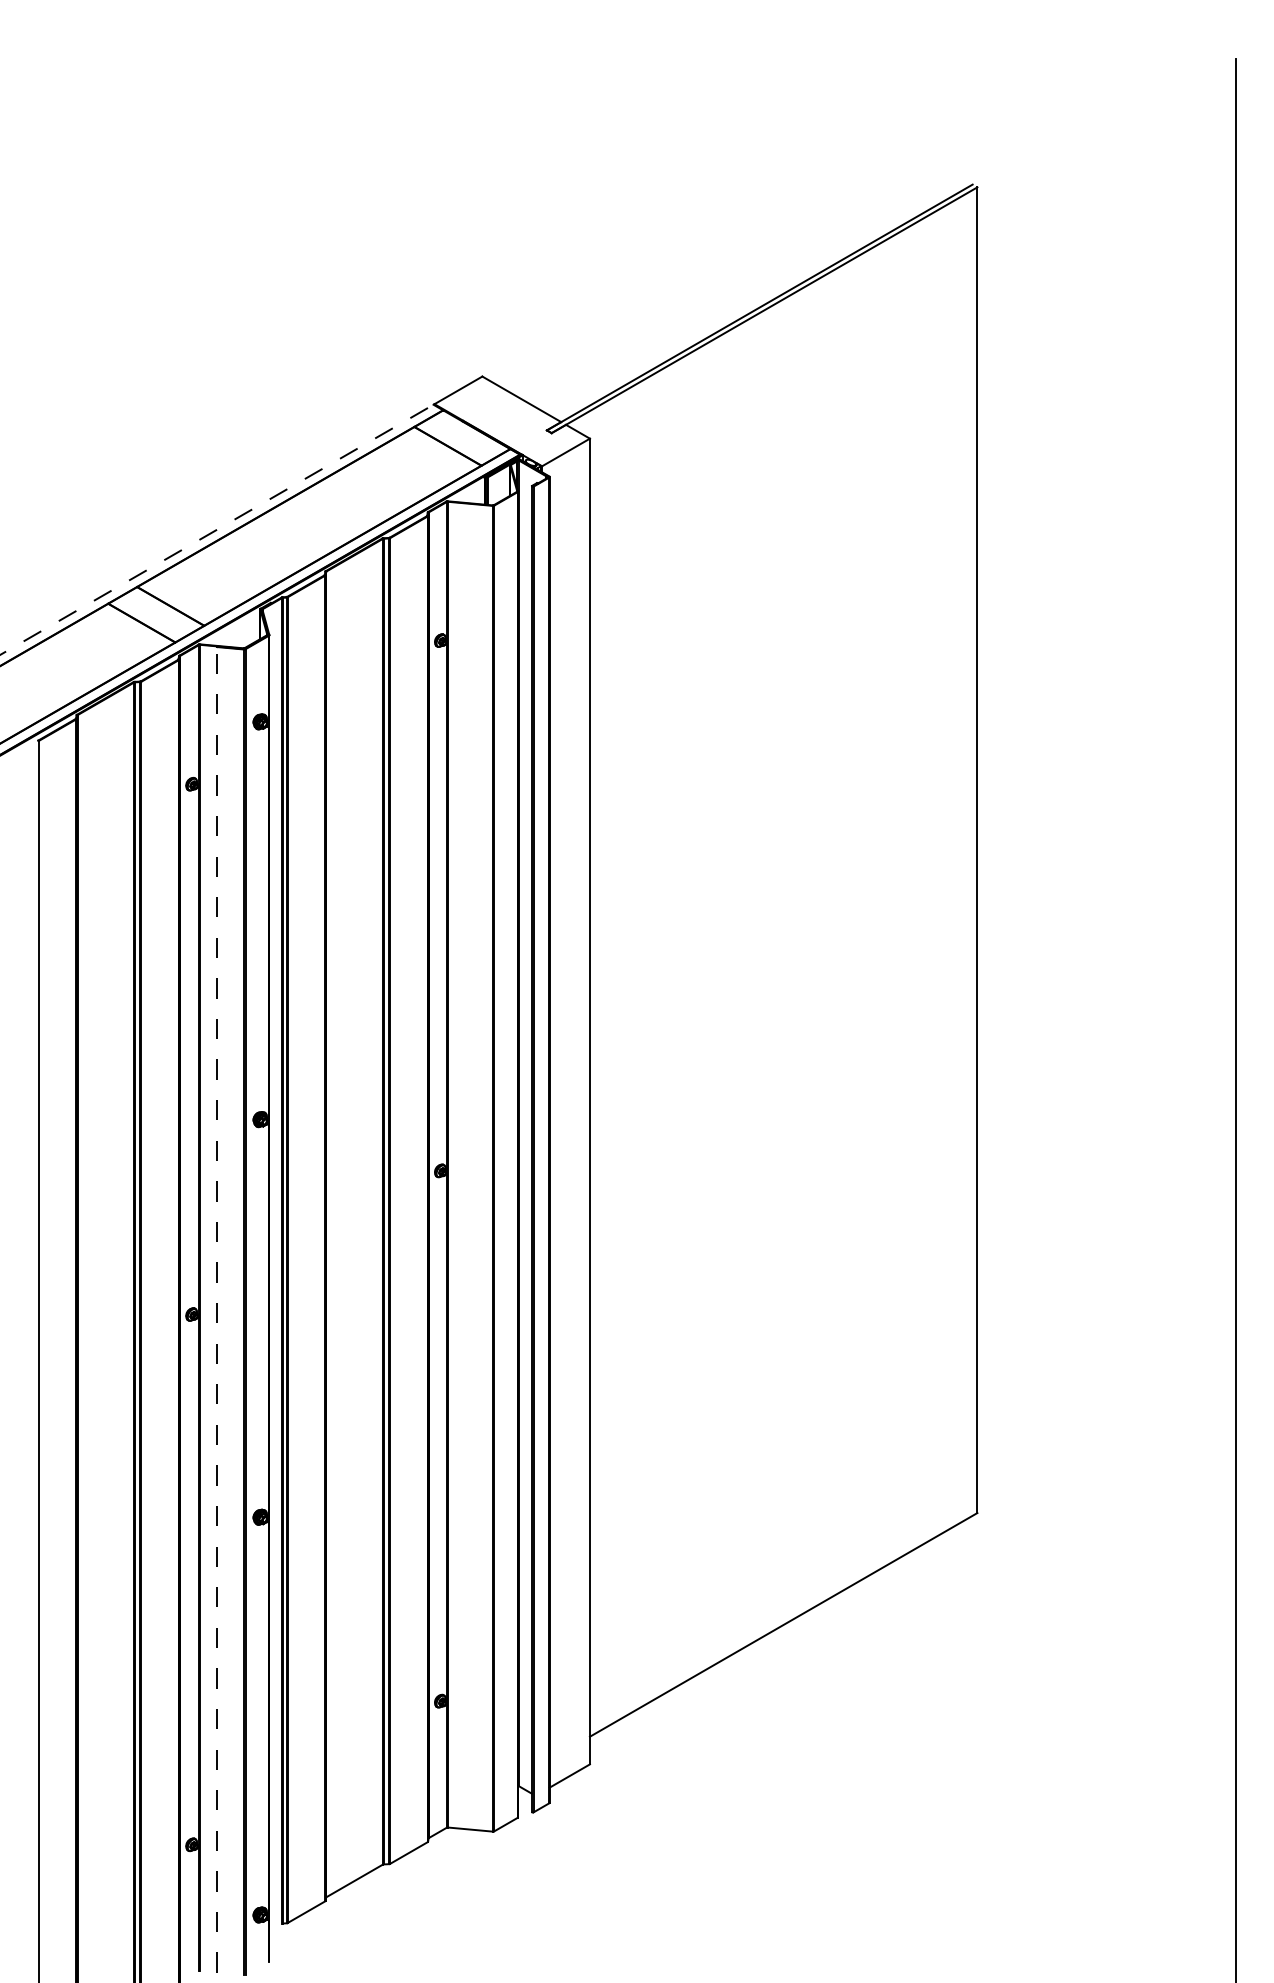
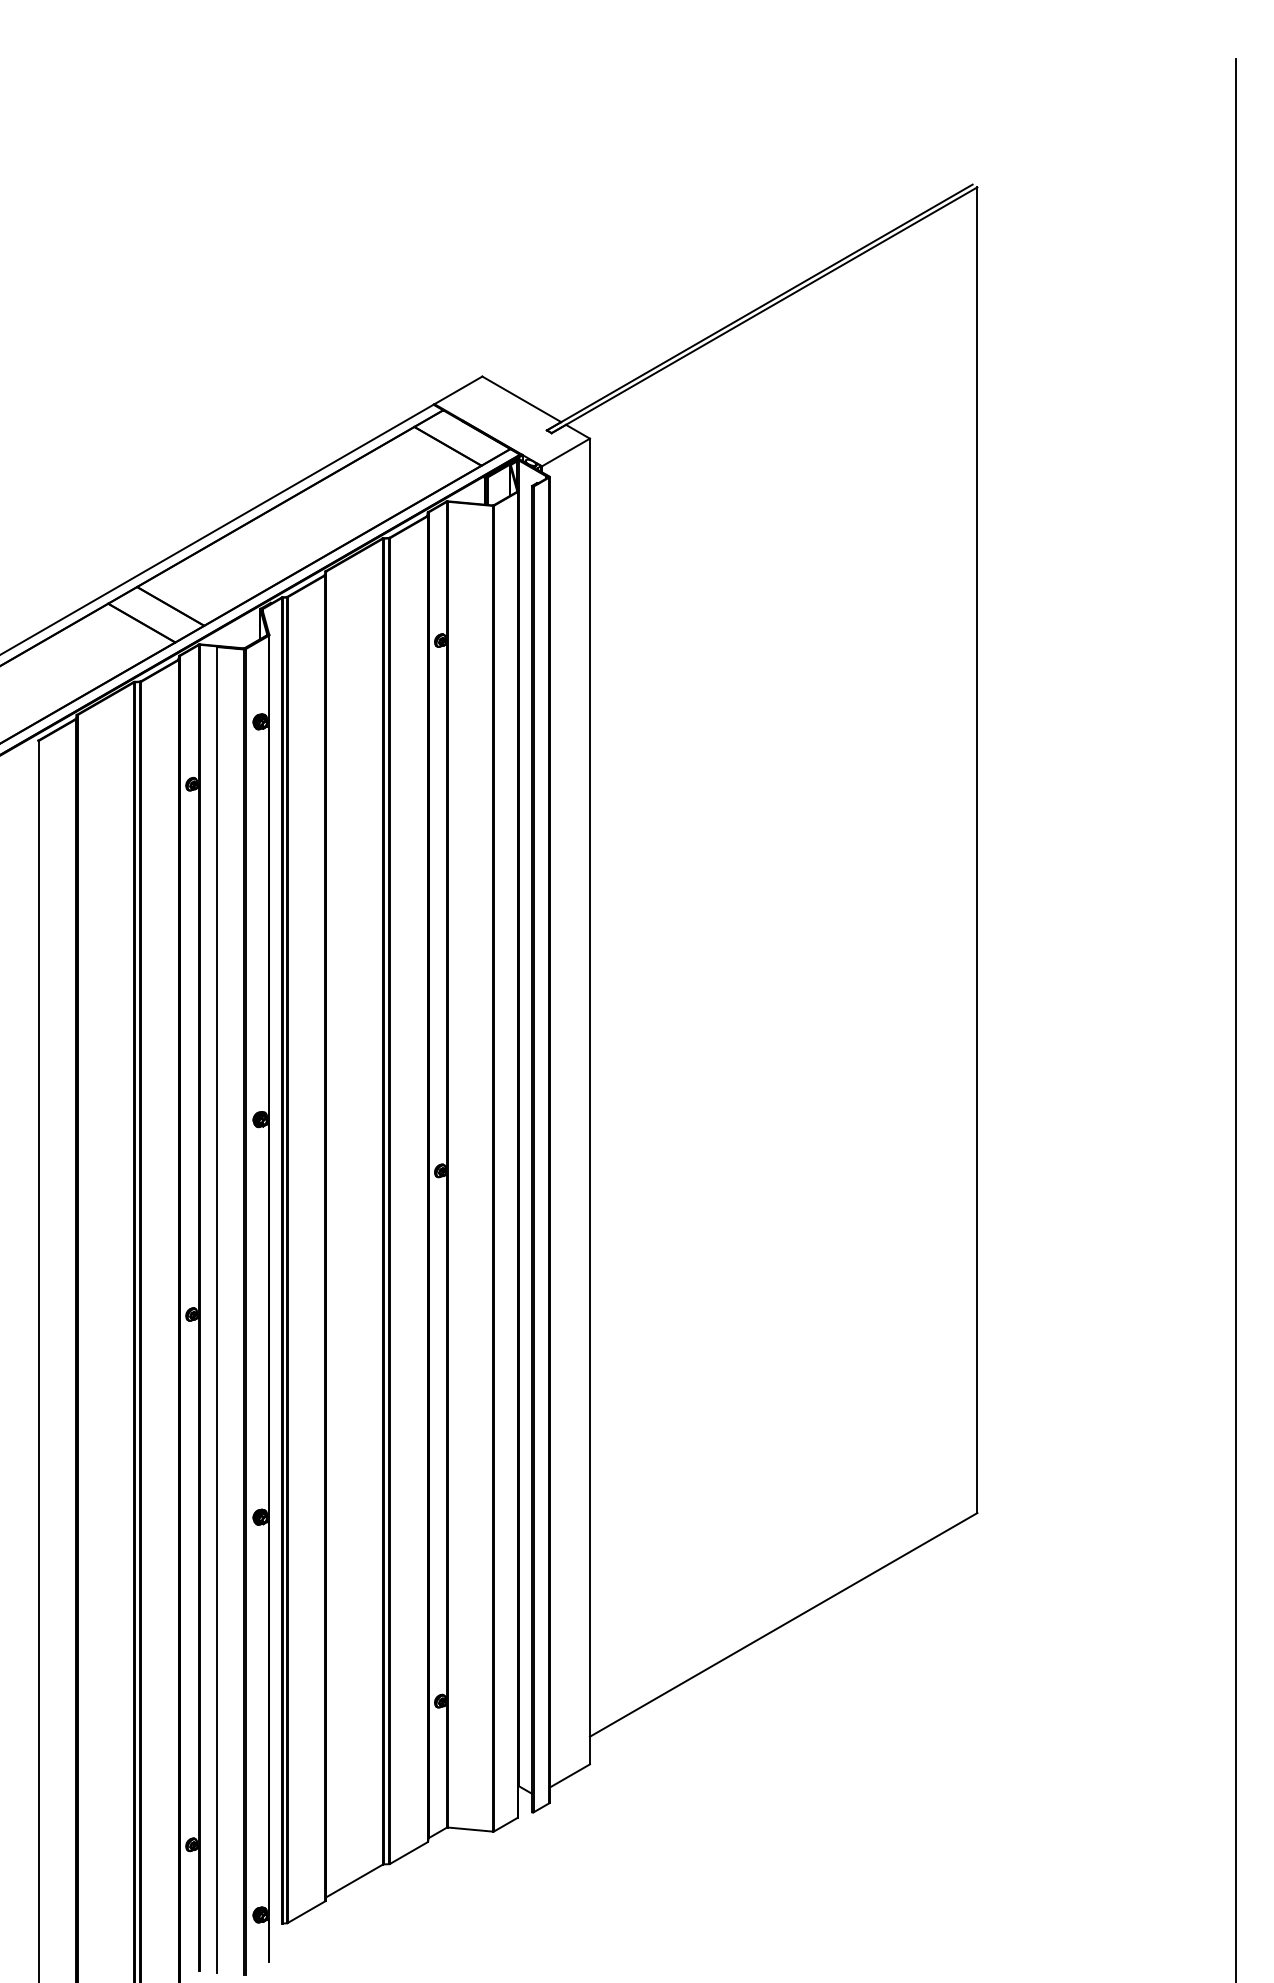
line at (217, 529): dashed -> solid
line at (217, 1309): dashed -> solid
